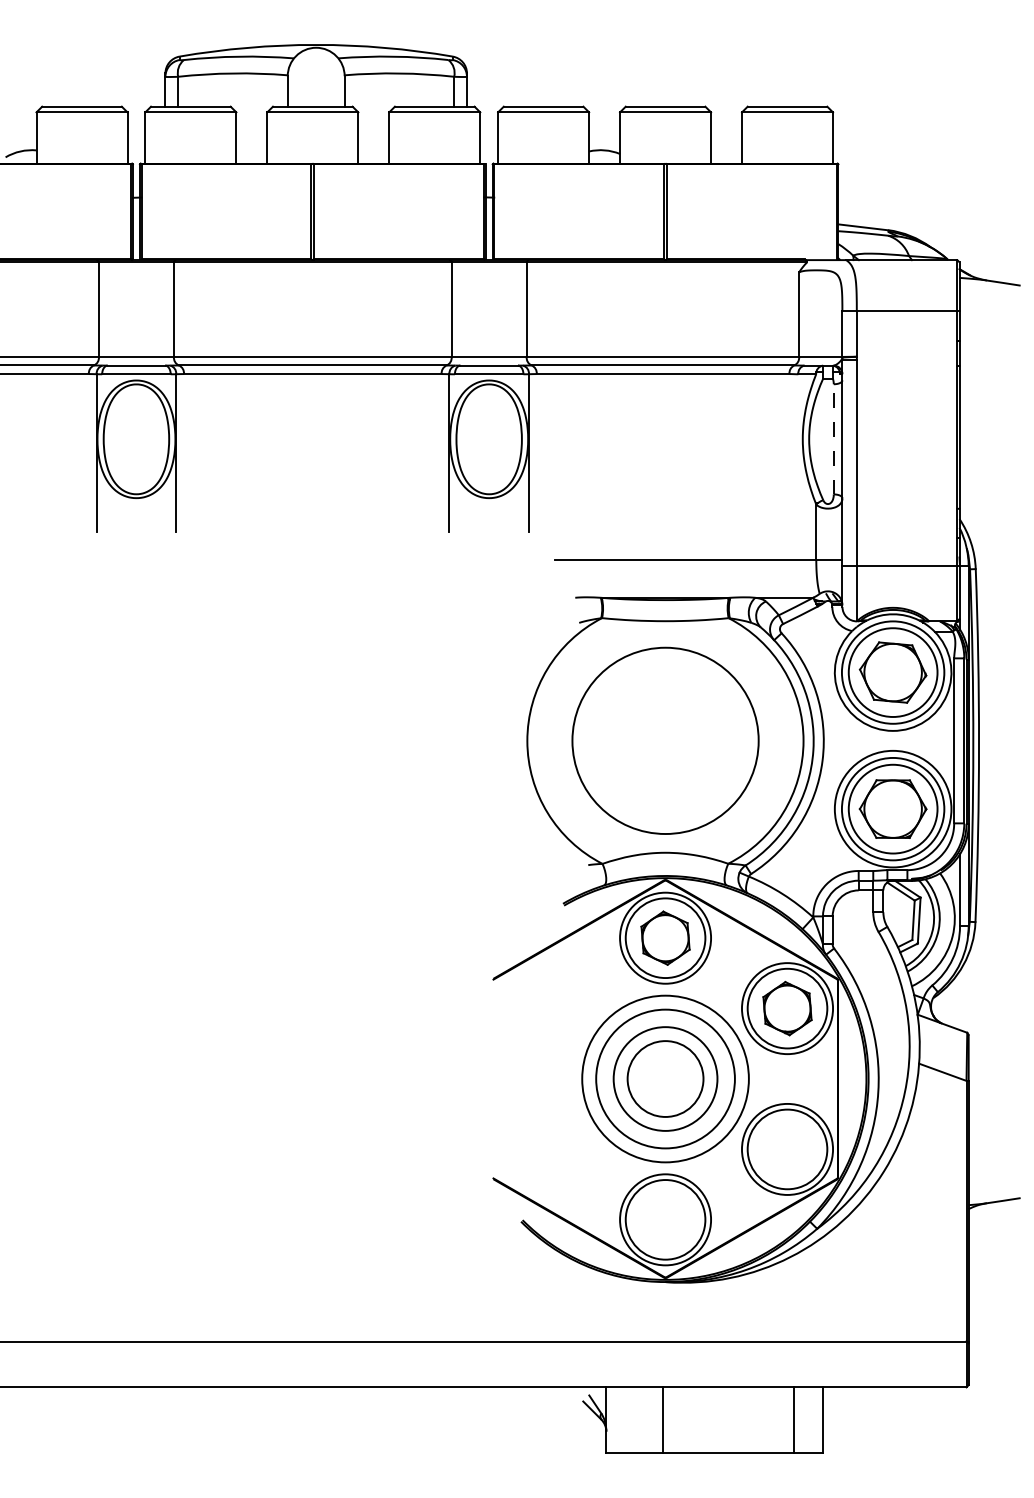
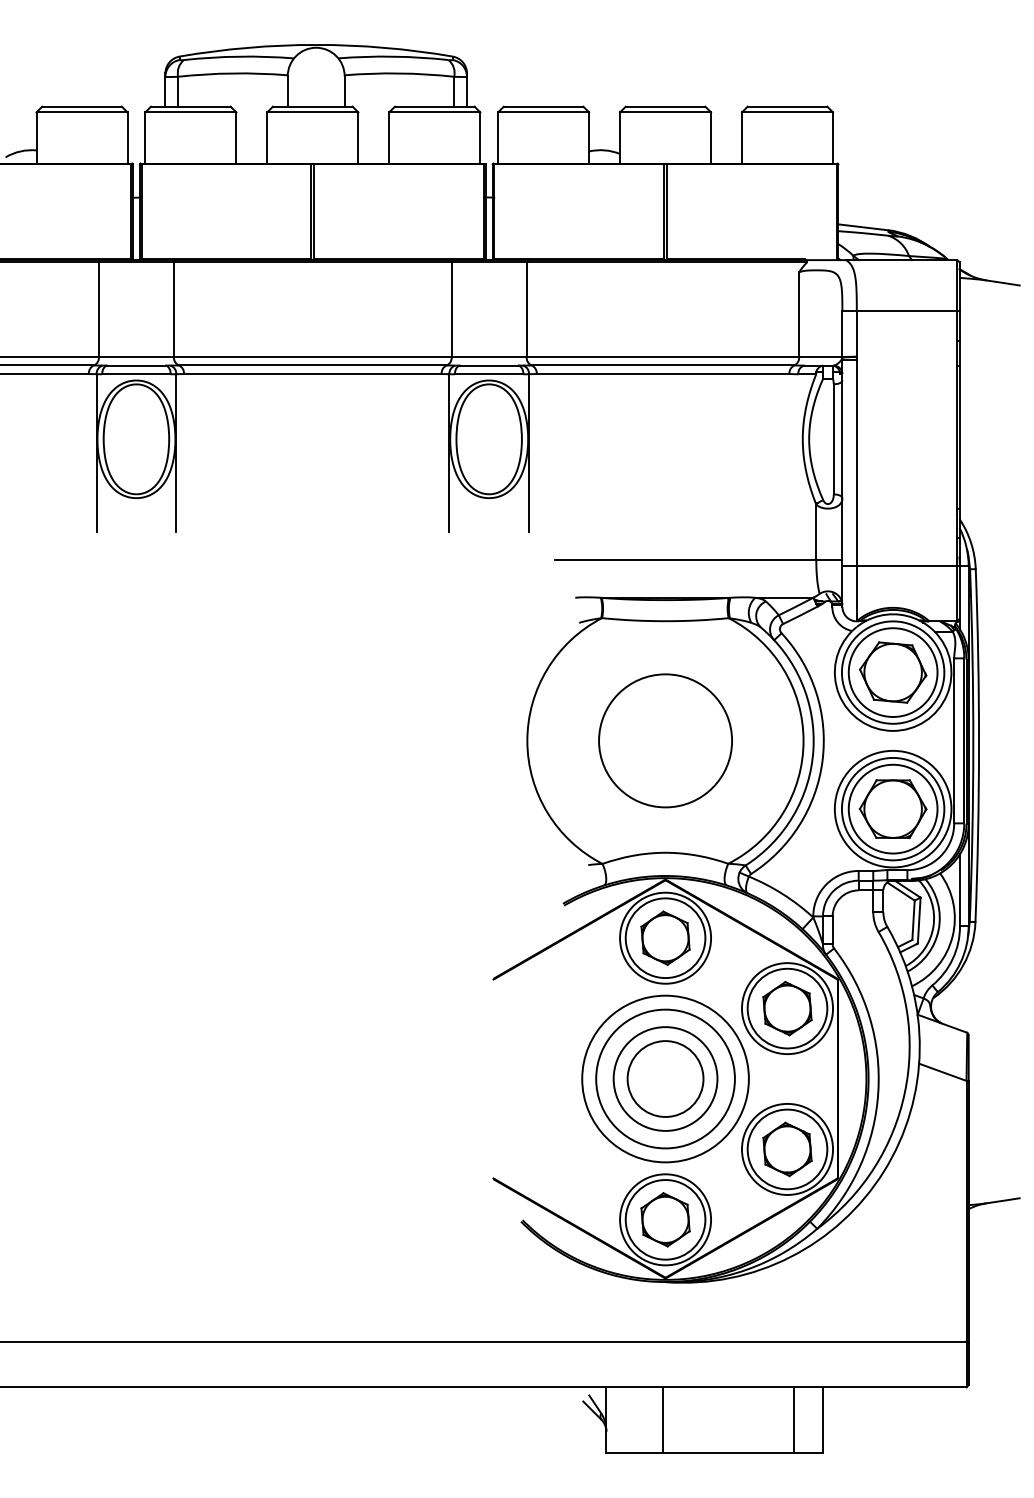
line at (833, 438): dashed -> solid
circle at (665, 740) diameter: 186 px -> 133 px
part at (787, 1149): none -> present
part at (665, 1219): none -> present
